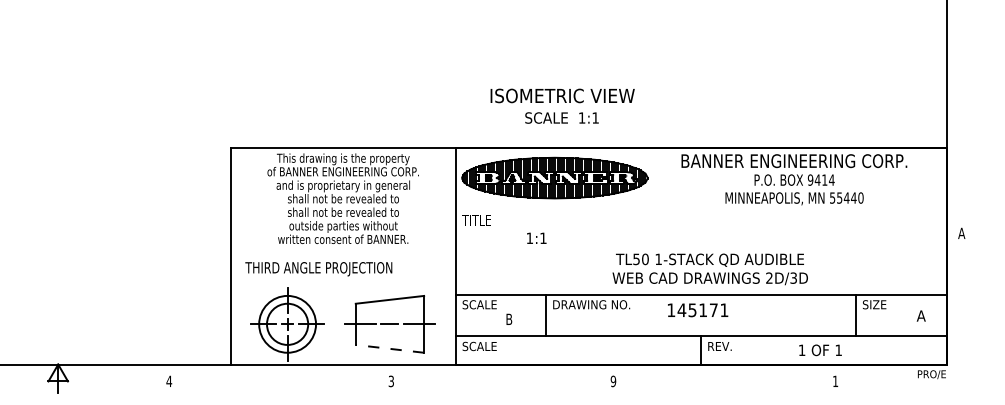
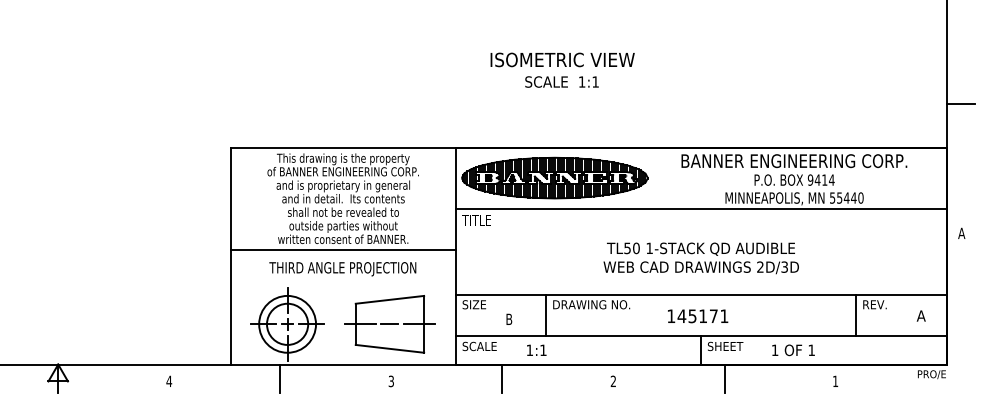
line at (960, 103): none -> present
text at (562, 105) position: (562, 105) -> (562, 69)
text at (343, 198): shall not be revealed to -> and in detail.  Its contents
line at (701, 208): none -> present
text at (536, 237) position: (536, 237) -> (536, 349)
line at (343, 249): none -> present
text at (318, 269) position: (318, 269) -> (342, 269)
text at (709, 269) position: (709, 269) -> (700, 258)
text at (482, 304): SCALE -> SIZE
text at (874, 304): SIZE -> REV.
text at (698, 310) position: (698, 310) -> (698, 316)
text at (725, 346): REV. -> SHEET
line at (389, 348): dashed -> solid
text at (820, 350) position: (820, 350) -> (793, 350)
line at (280, 378): none -> present
line at (502, 378): none -> present
line at (724, 378): none -> present
text at (613, 381): 9 -> 2
